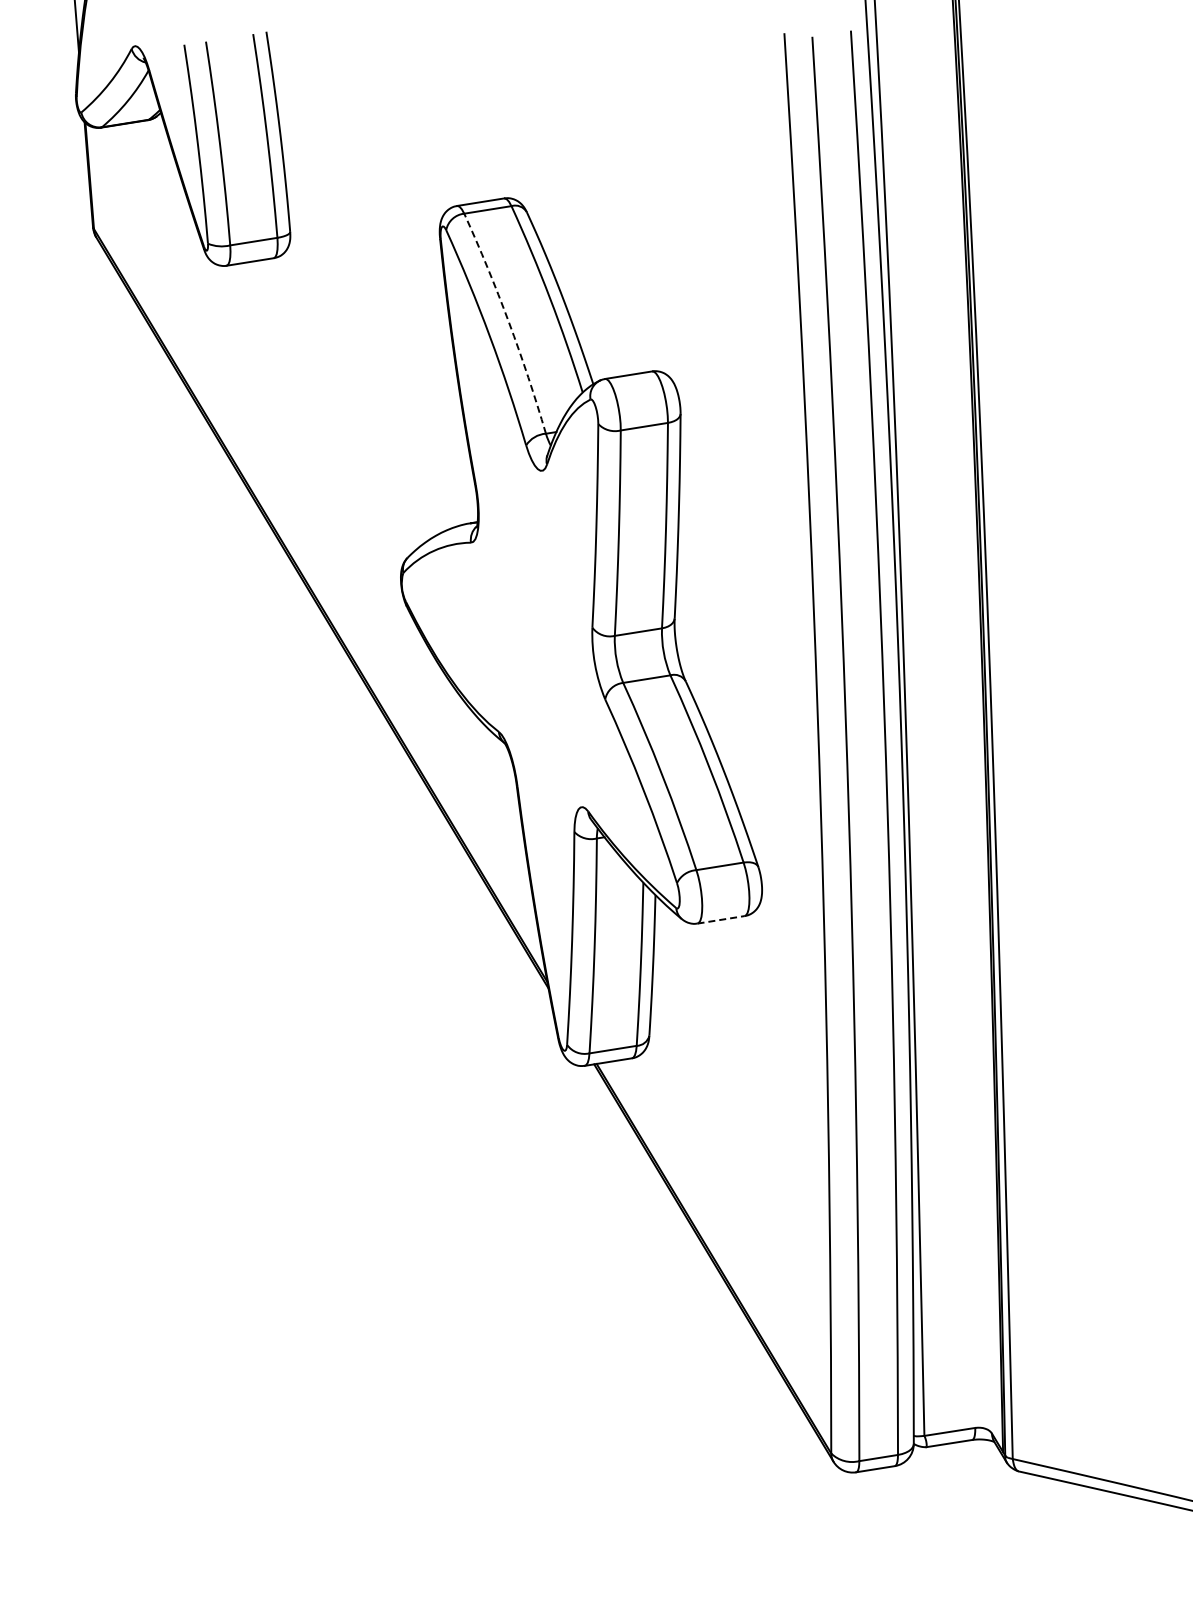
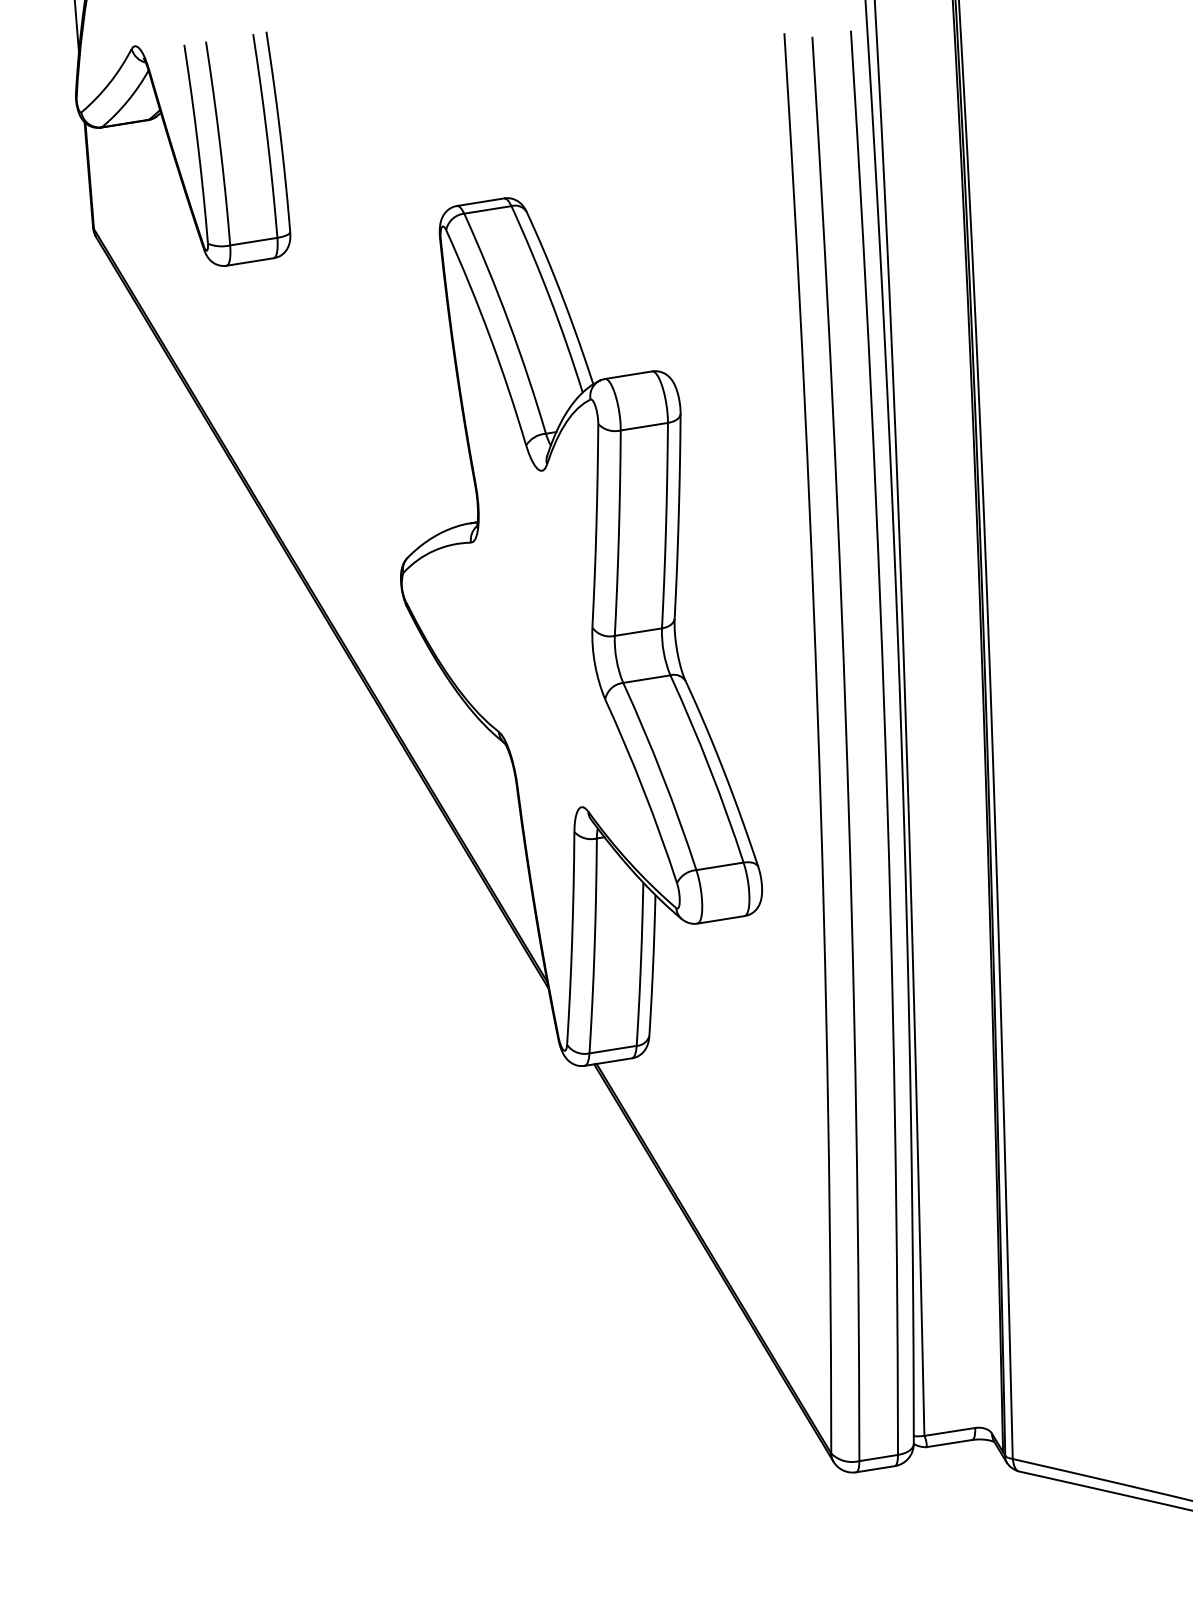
arc at (508, 322): dashed -> solid
line at (721, 919): dashed -> solid
